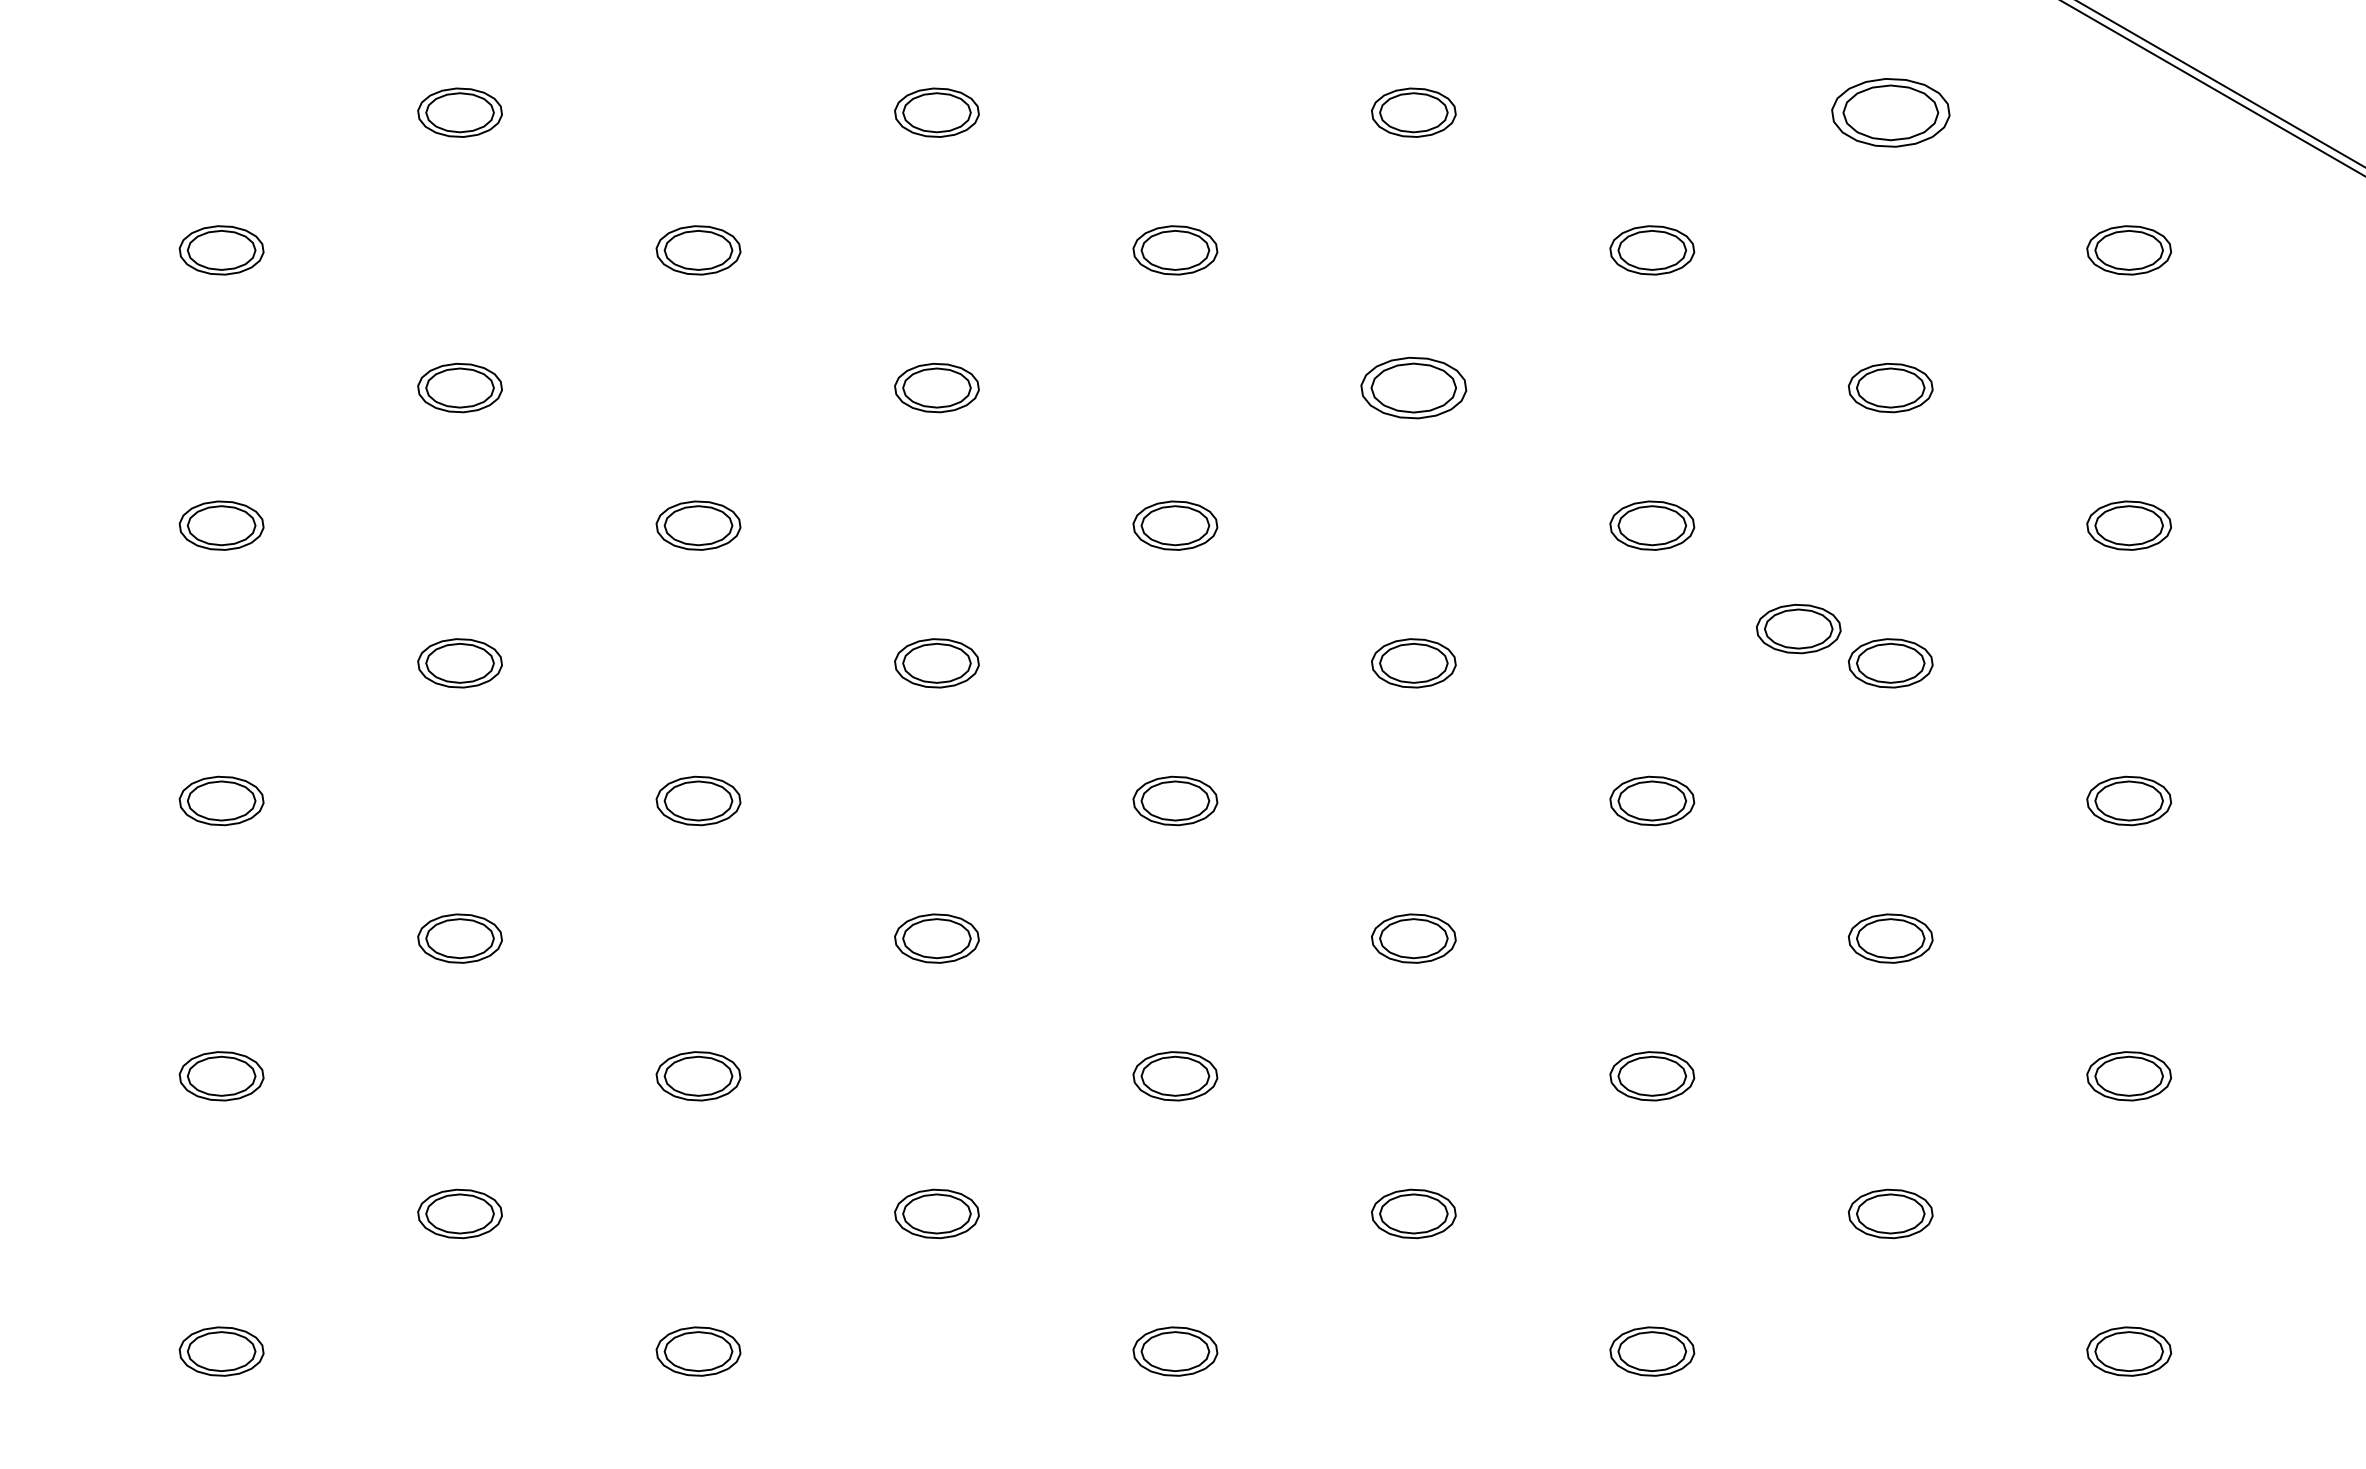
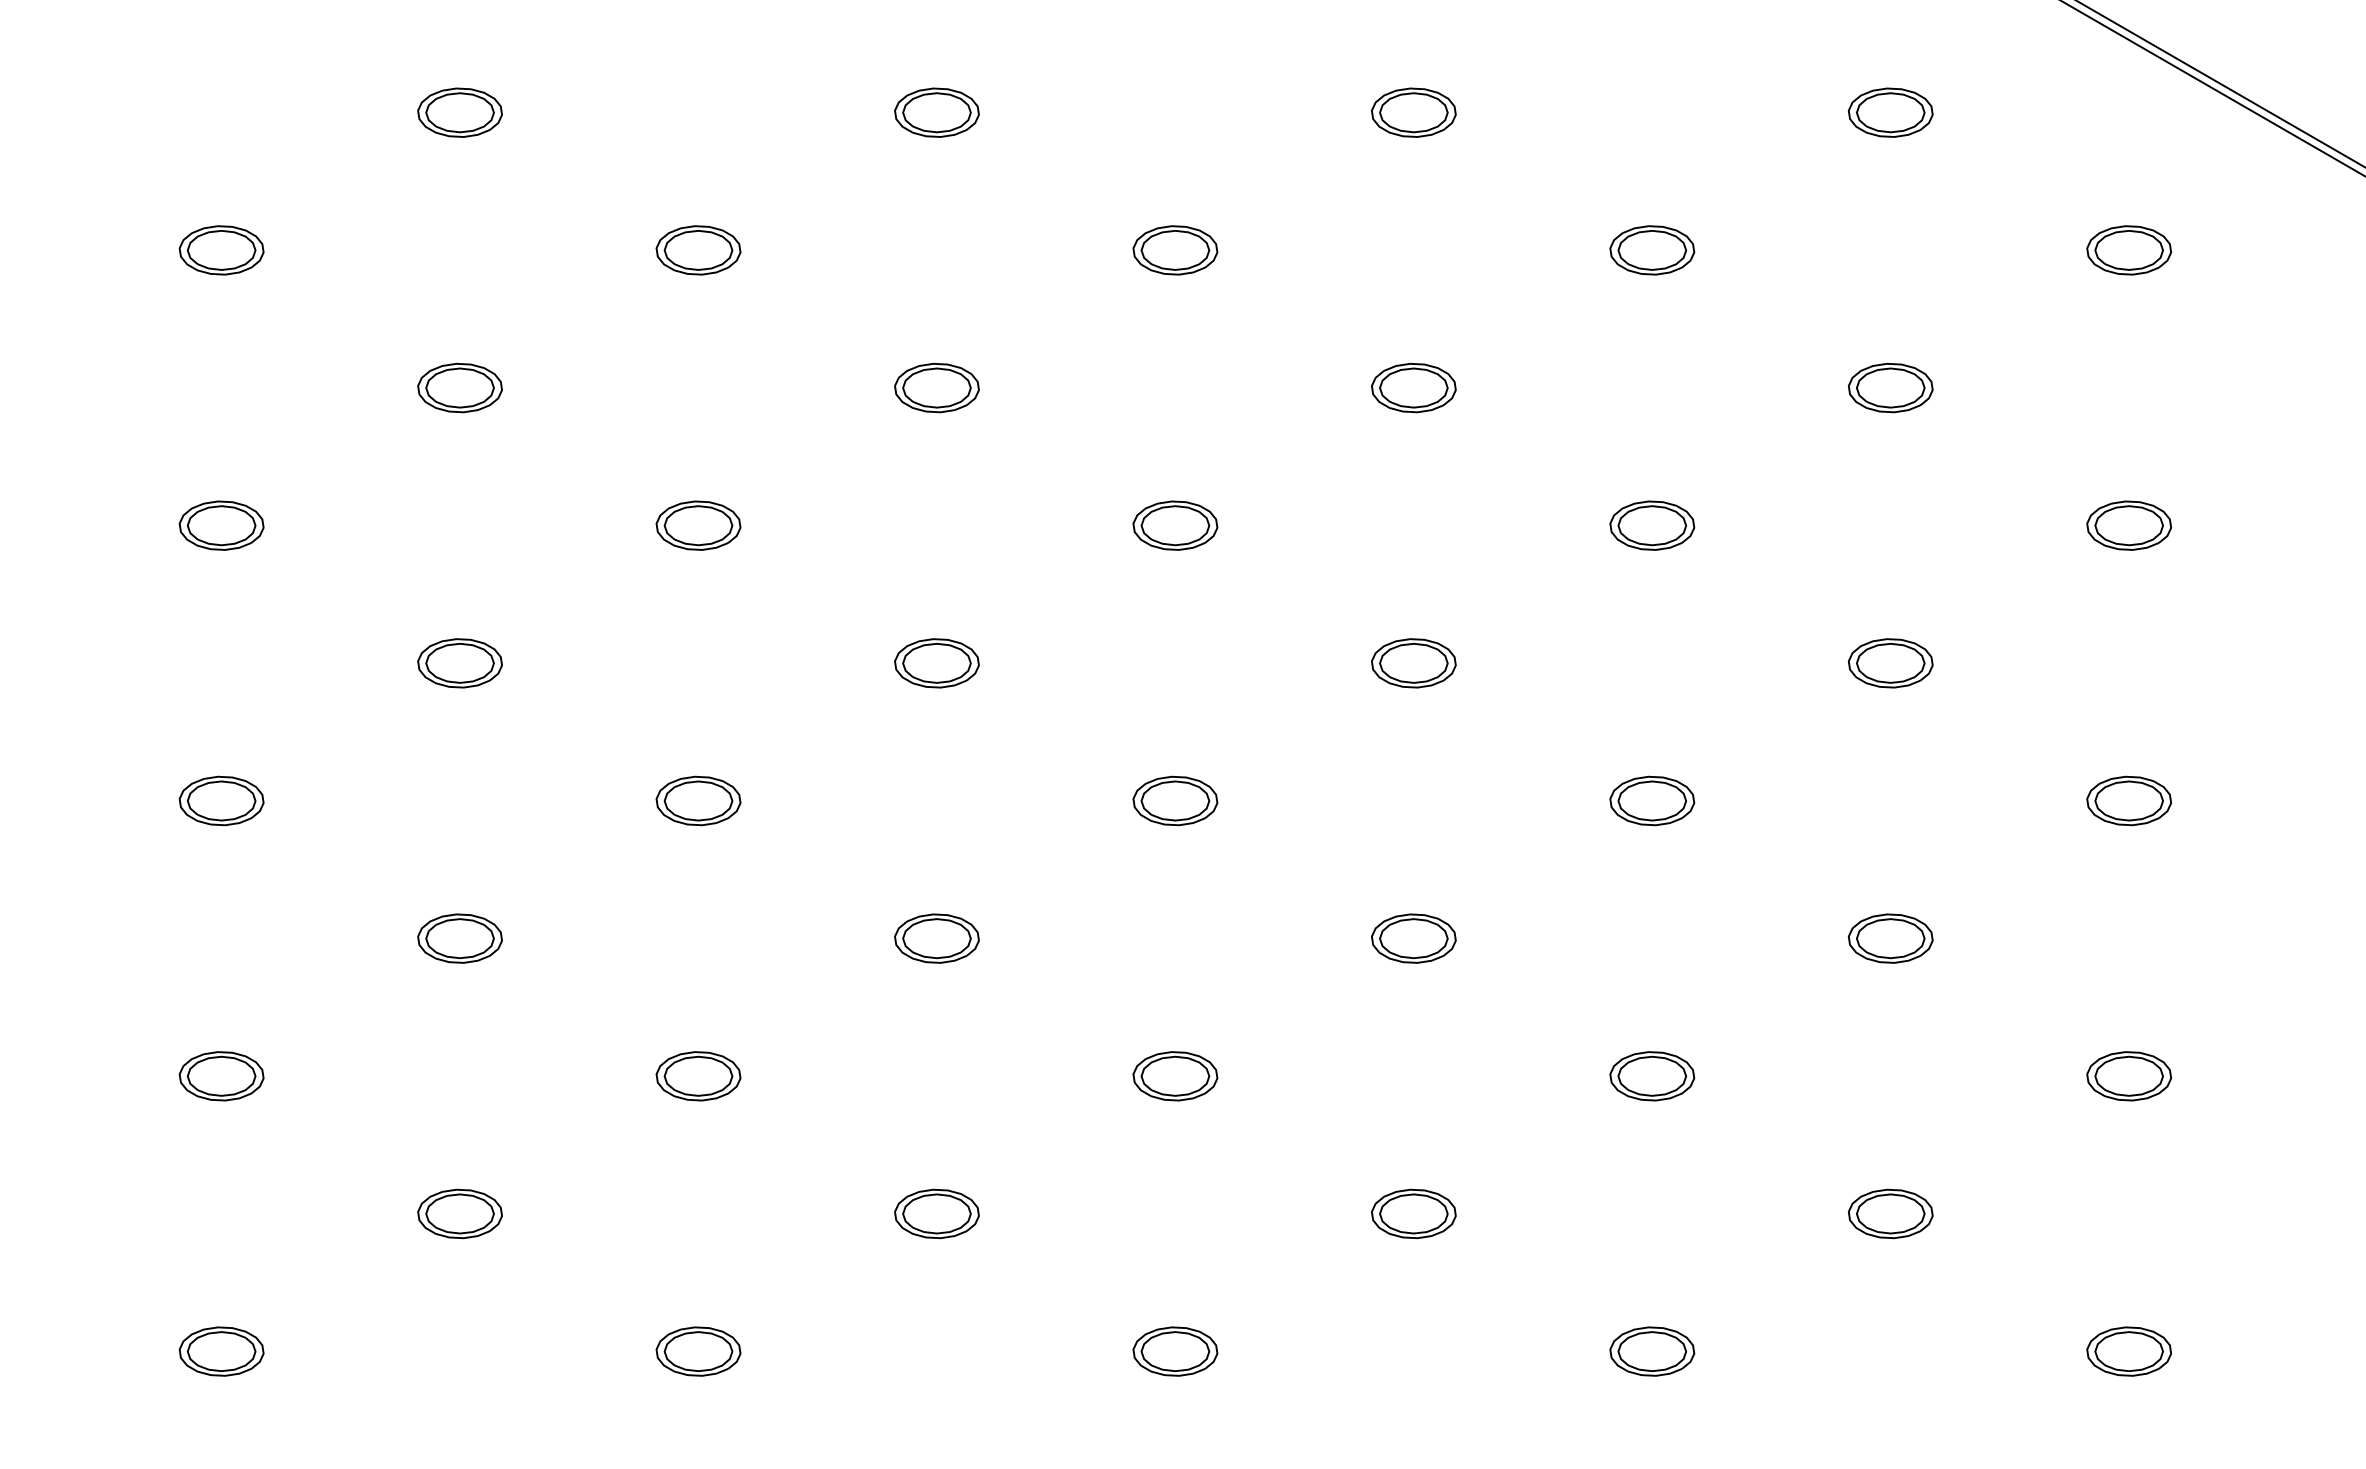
part at (1890, 112) size: 120x70 px -> 87x51 px
part at (1413, 387) size: 108x64 px -> 86x52 px
part at (1798, 629): present -> none
